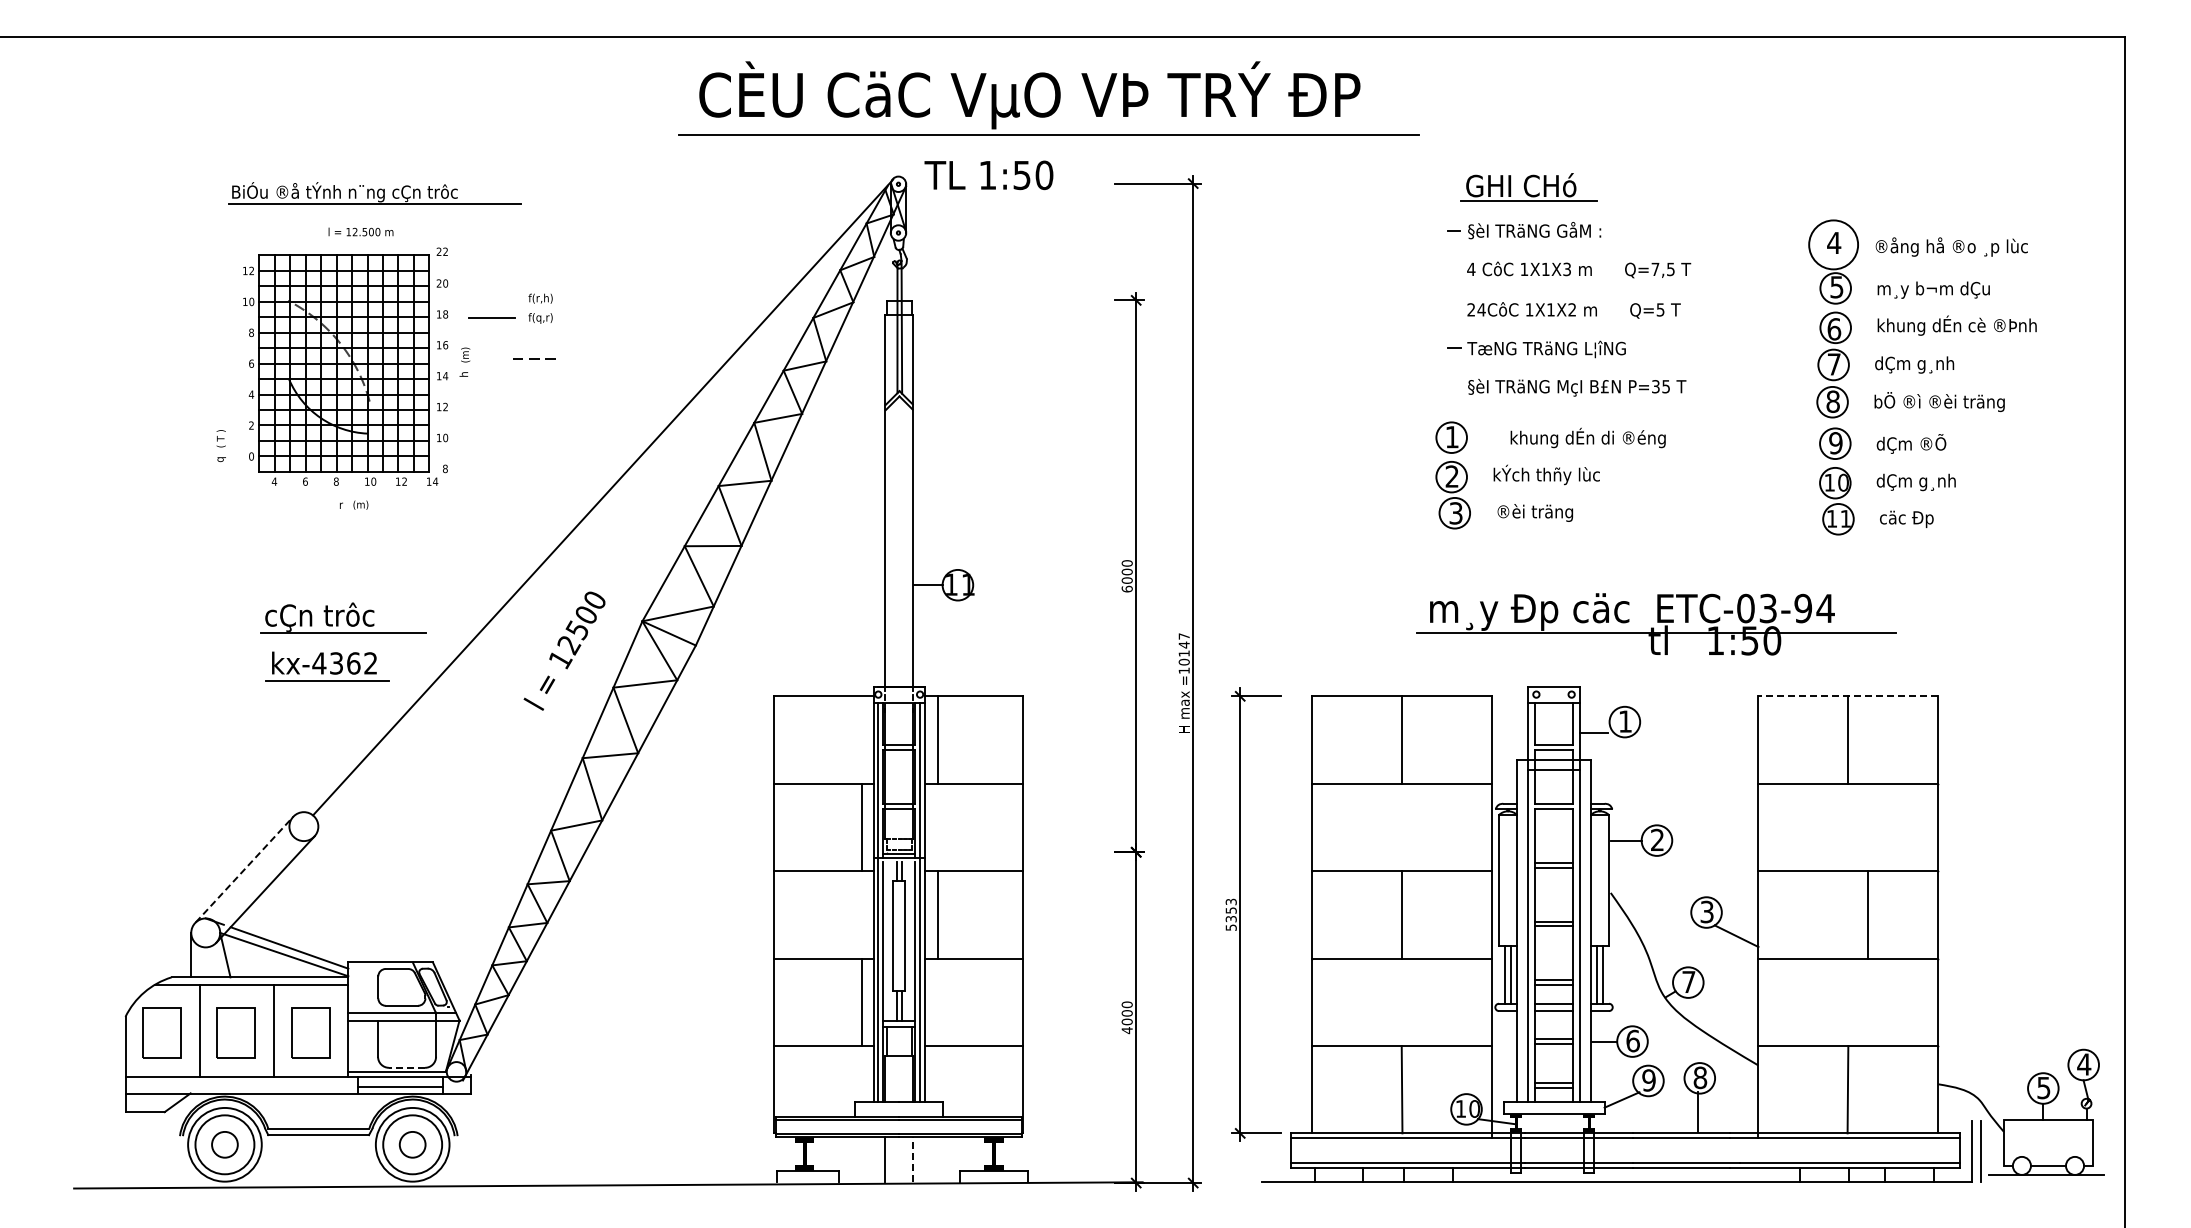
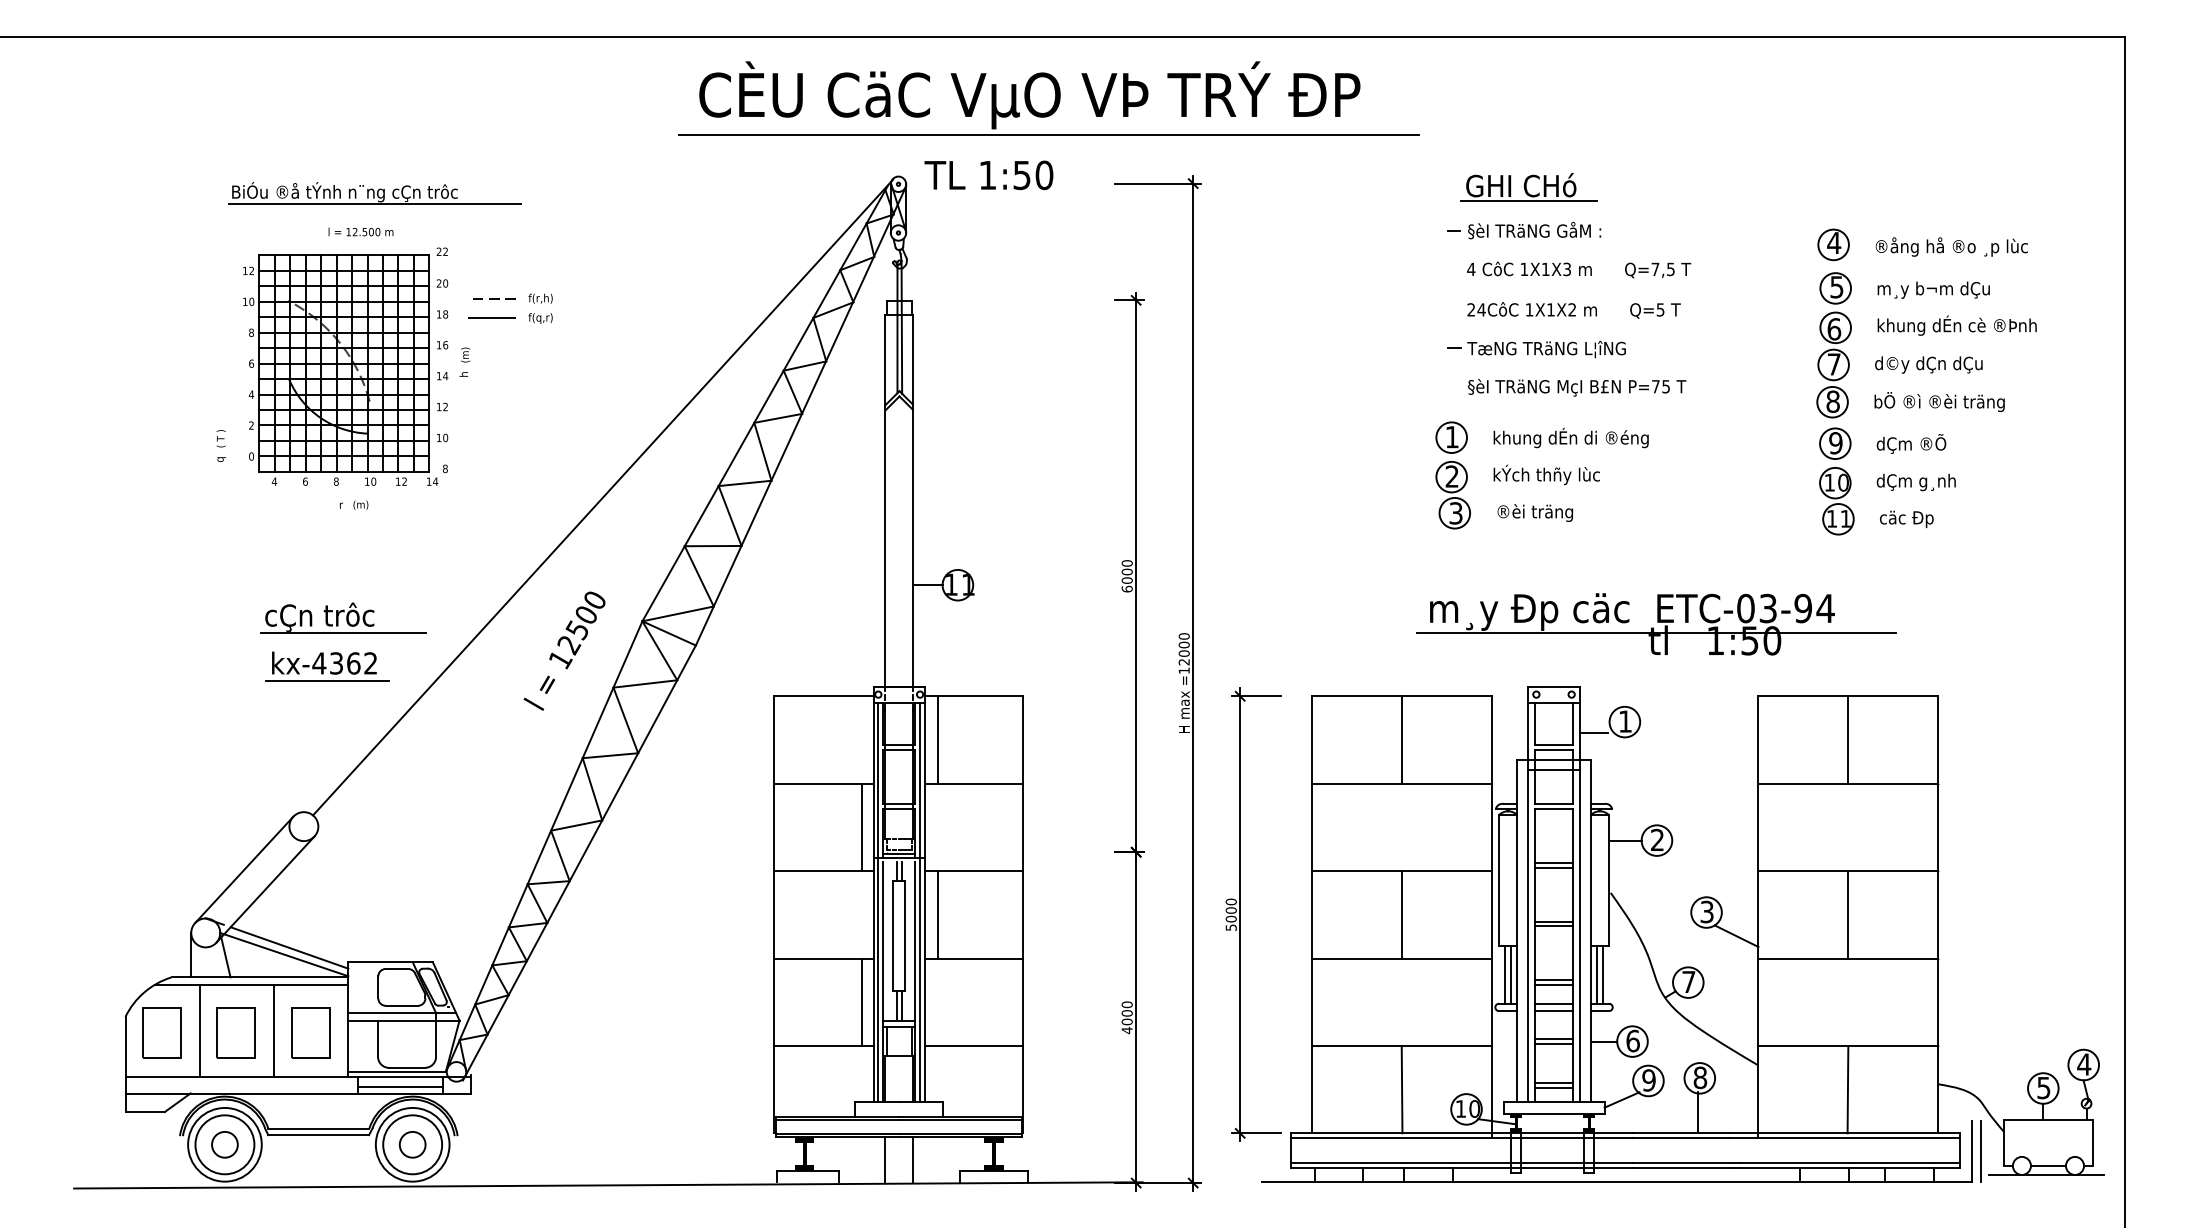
circle at (1833, 244) diameter: 49 px -> 31 px
line at (534, 358) position: (534, 358) -> (494, 298)
text at (1933, 364): dÇm g¸nh -> d©y dÇn dÇu
text at (1655, 386): P=35 -> P=75
text at (1587, 437) position: (1587, 437) -> (1570, 437)
text at (1183, 649): =10147 -> =12000
line at (1848, 696): dashed -> solid
line at (244, 869): dashed -> solid
text at (1230, 910): 5353 -> 5000
line at (1868, 914) position: (1868, 914) -> (1848, 914)
line at (407, 1067): dashed -> solid
line at (913, 1159): dashed -> solid
